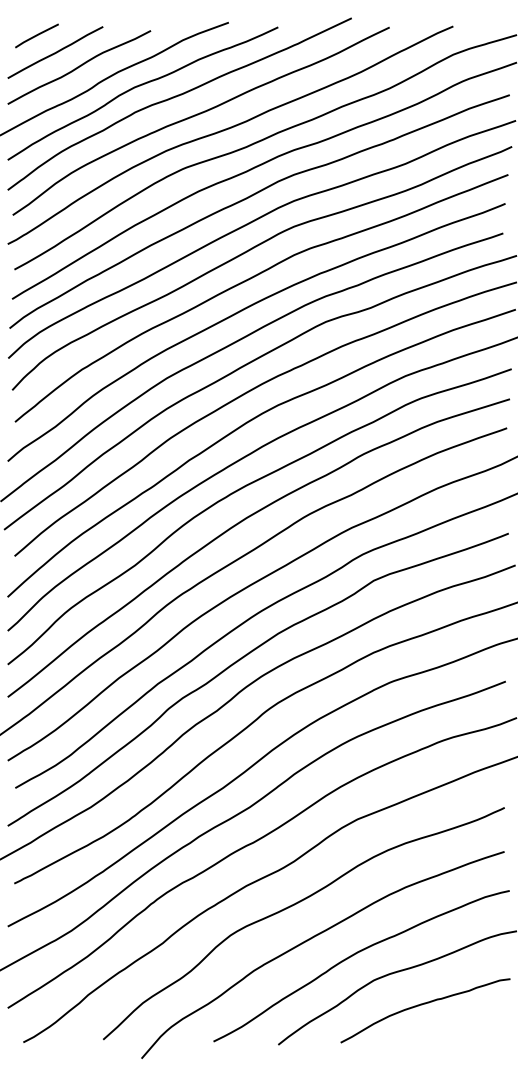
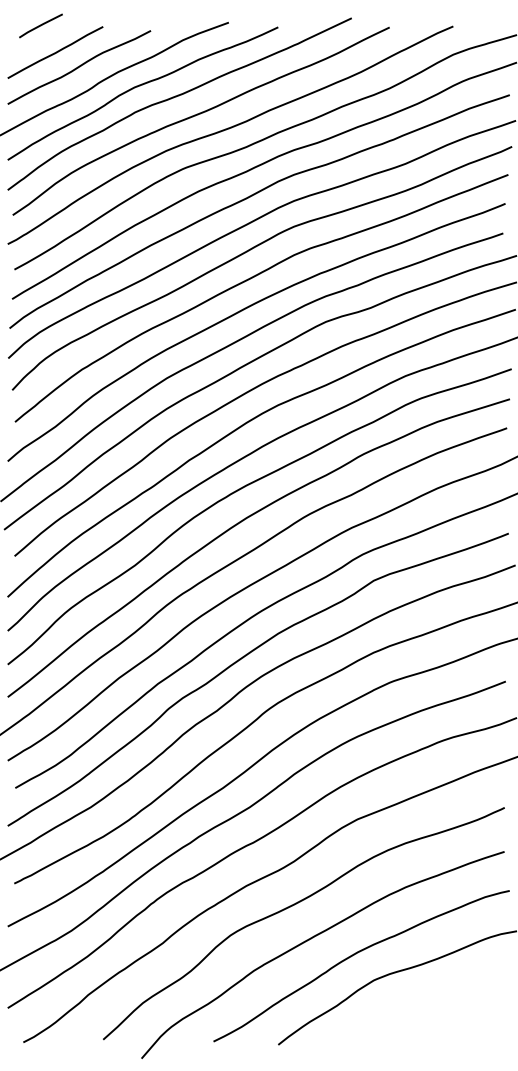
line at (36, 35) position: (36, 35) -> (40, 25)
curve at (422, 1005): present -> none
